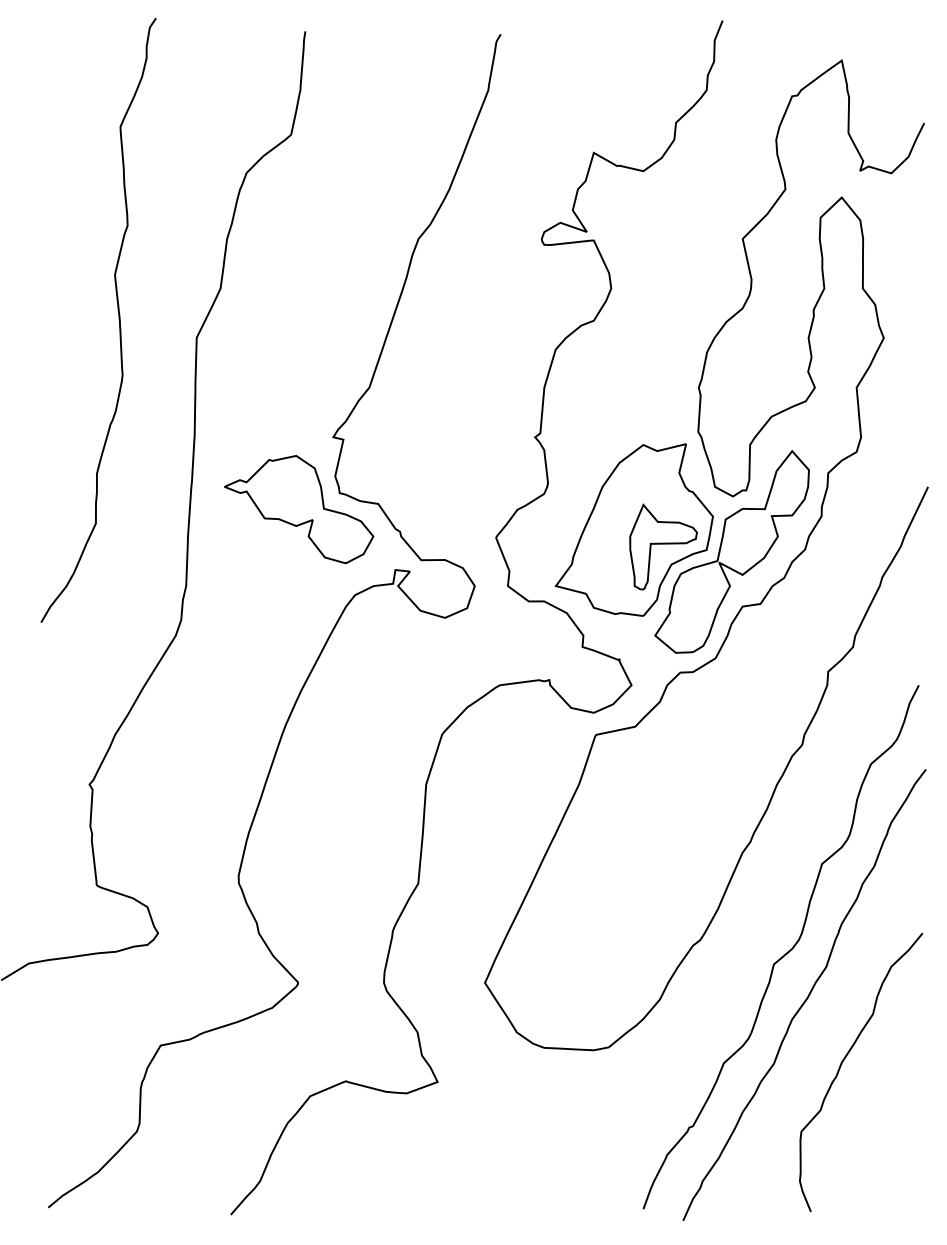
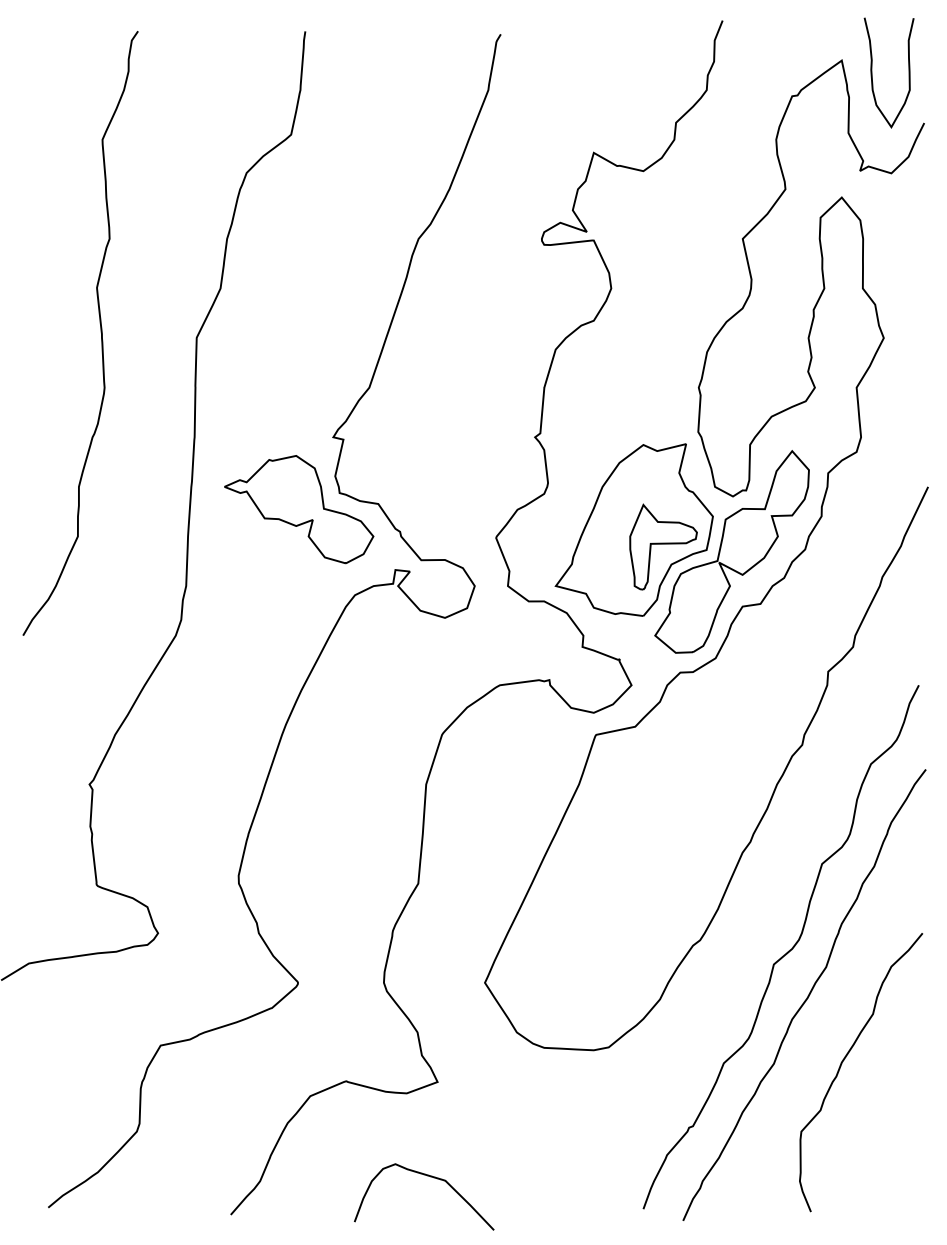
curve at (872, 72): none -> present
curve at (118, 319) position: (118, 319) -> (100, 332)
curve at (430, 1177): none -> present
